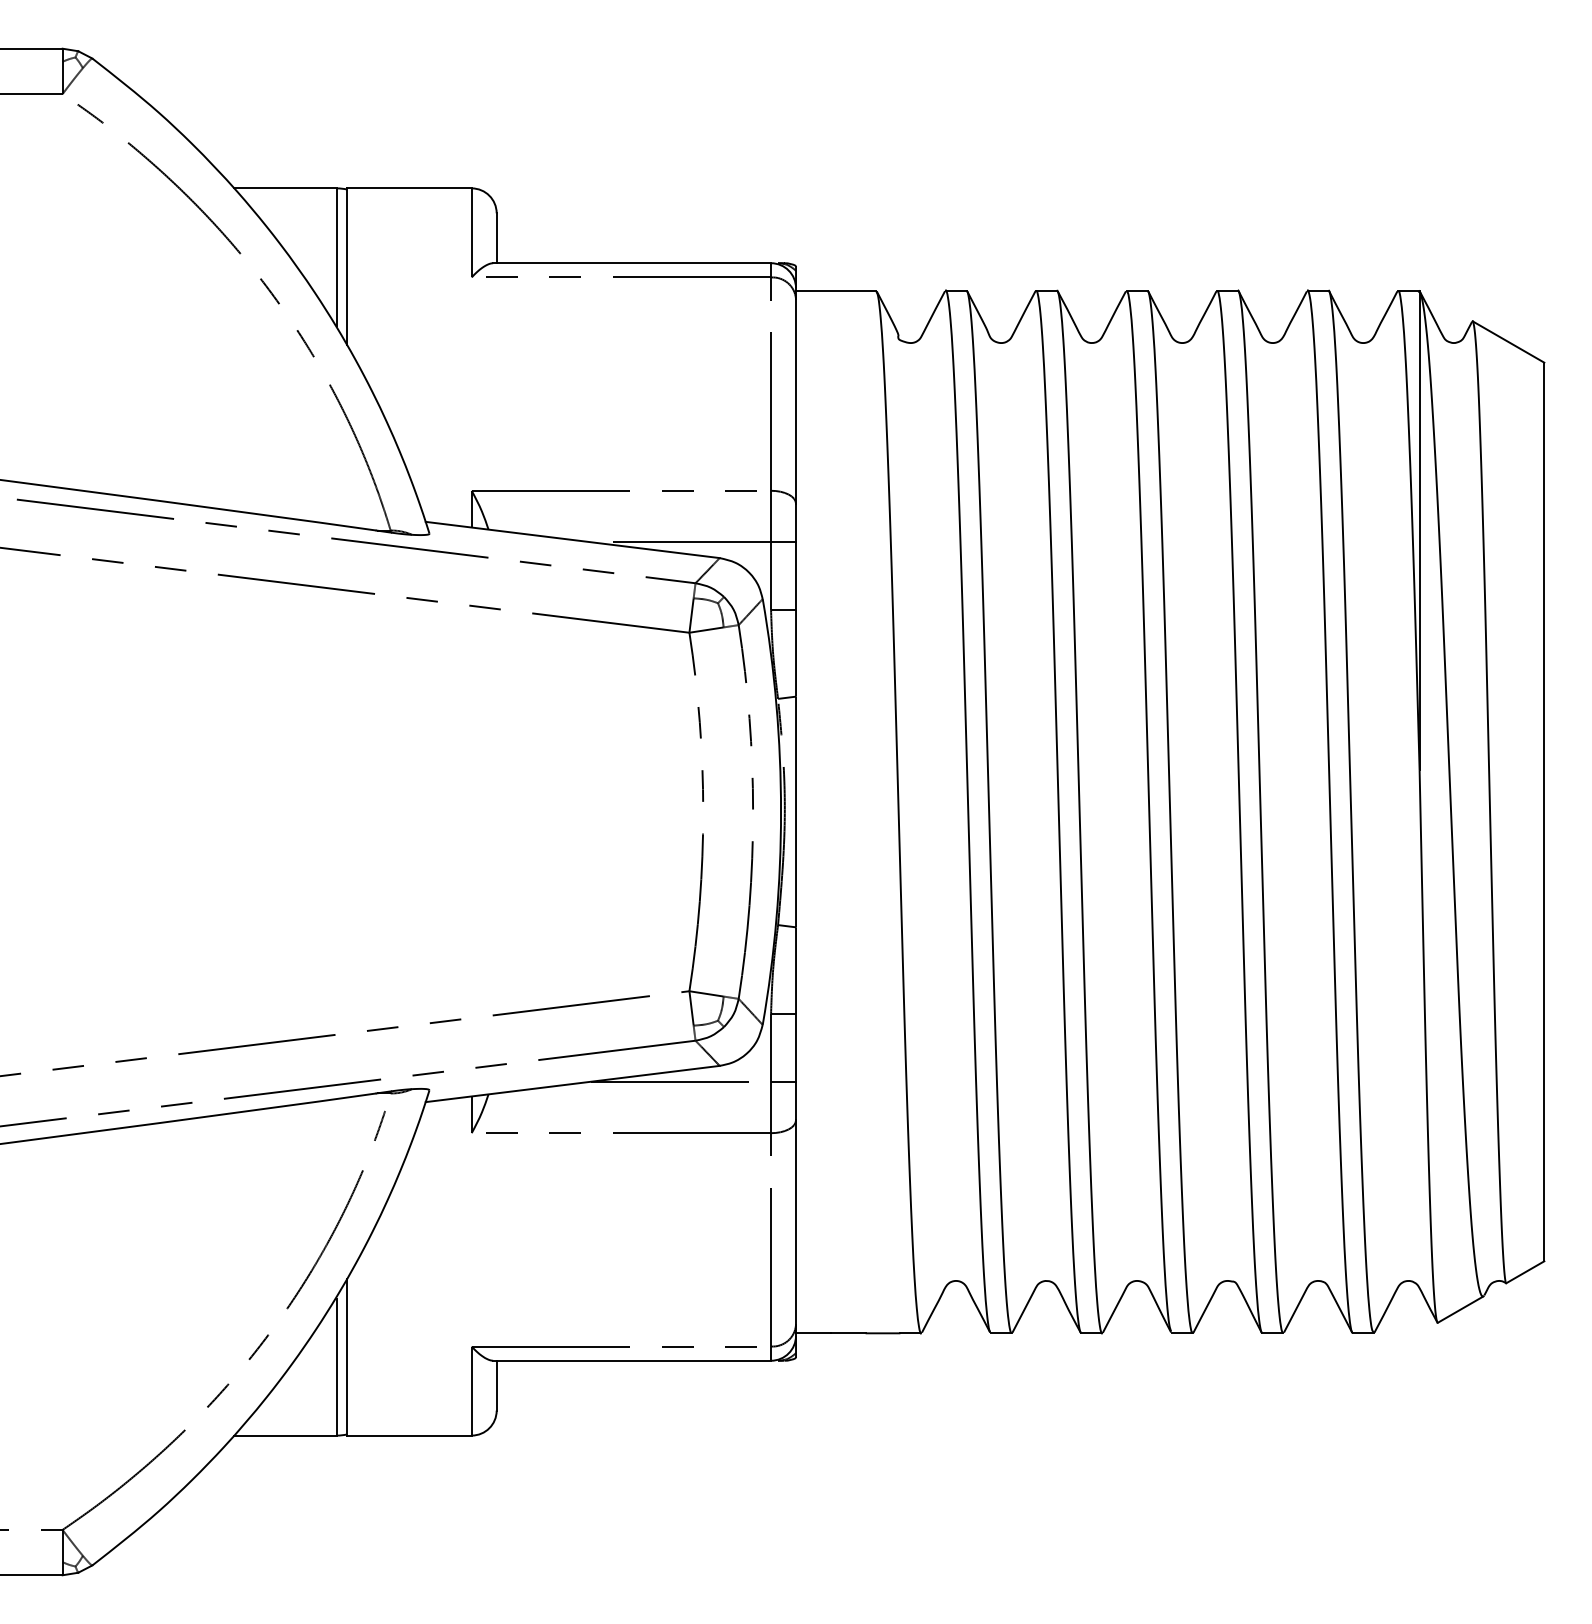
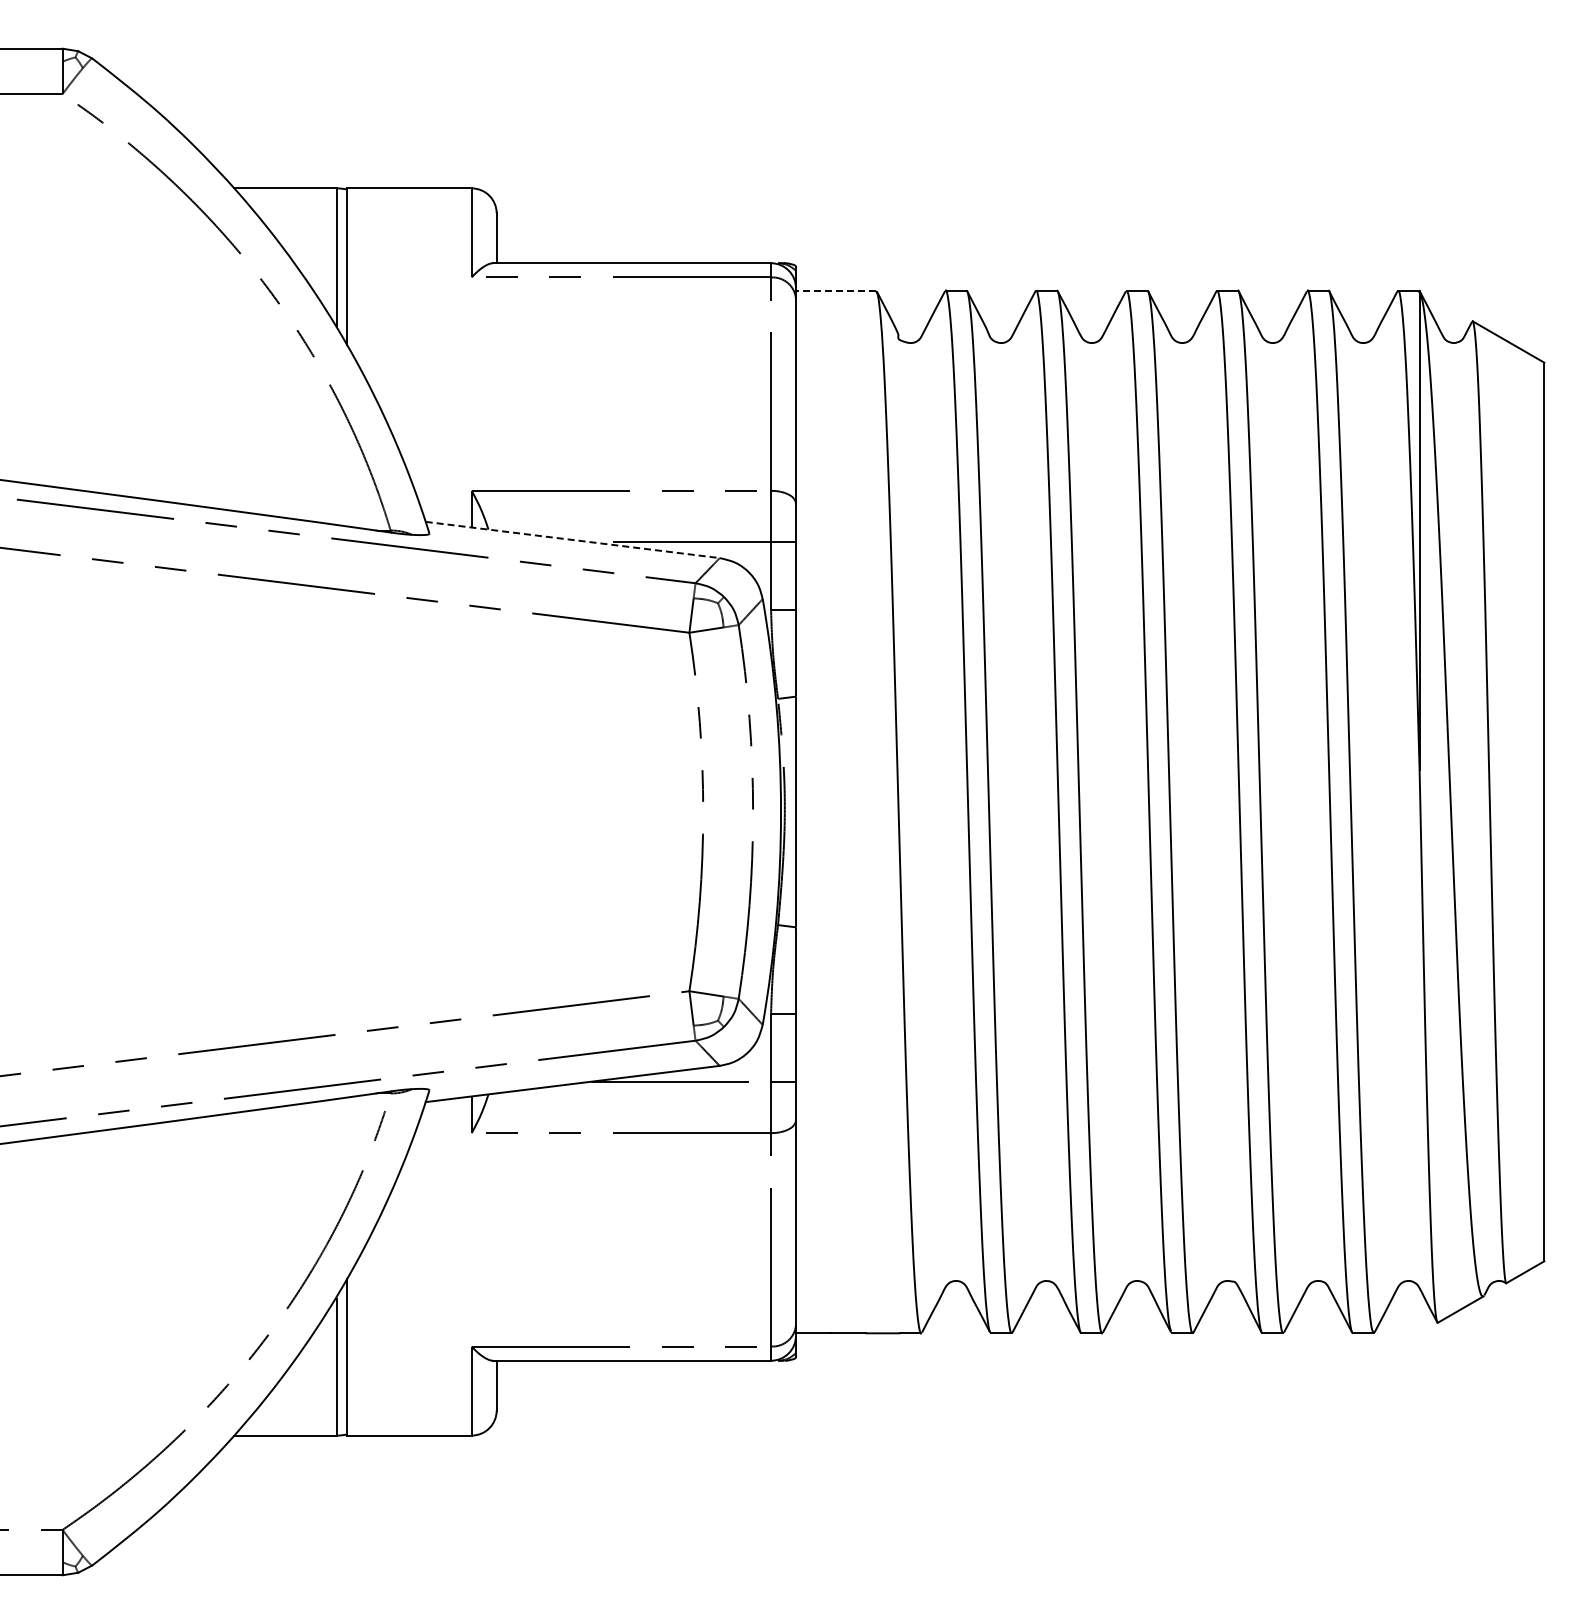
line at (835, 290): solid -> dashed
line at (573, 540): solid -> dashed
